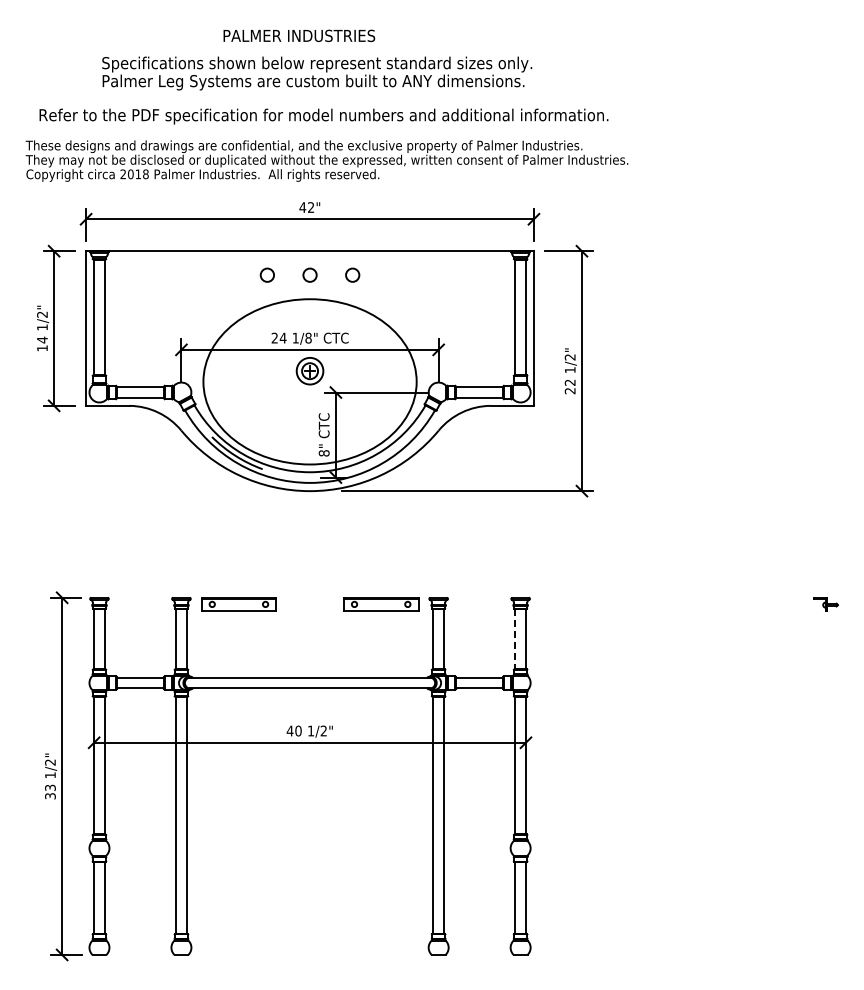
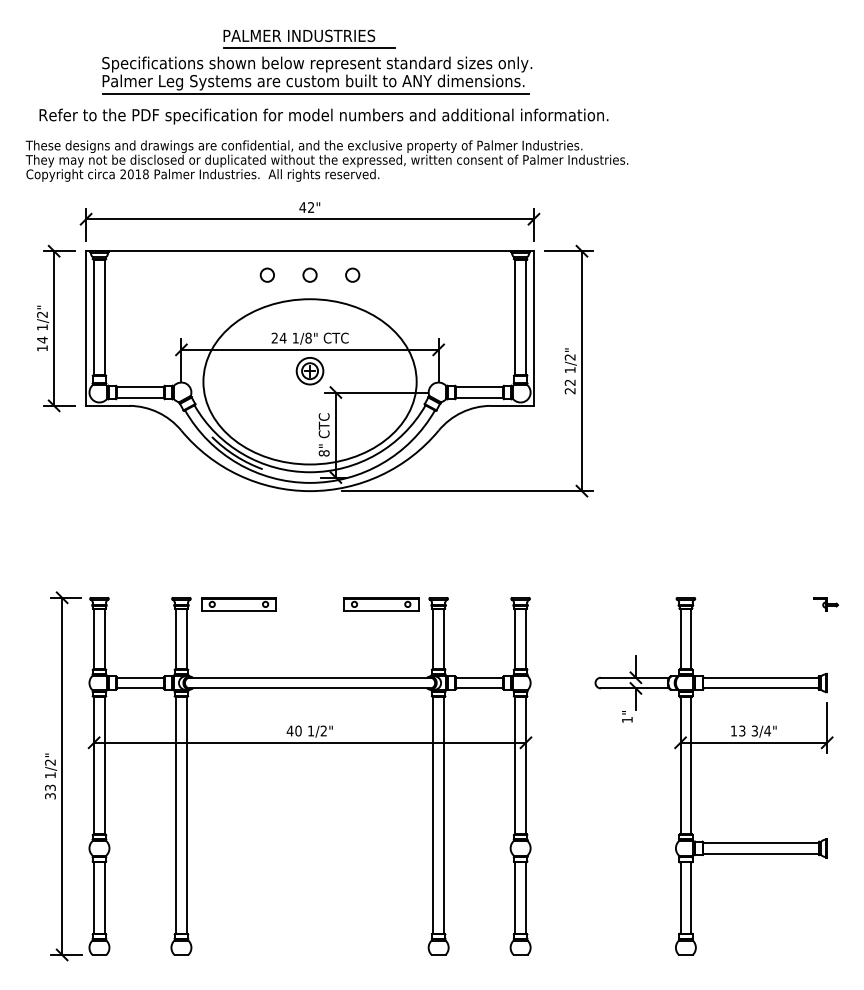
line at (309, 48): none -> present
line at (315, 93): none -> present
line at (515, 639): dashed -> solid
part at (691, 776): none -> present
